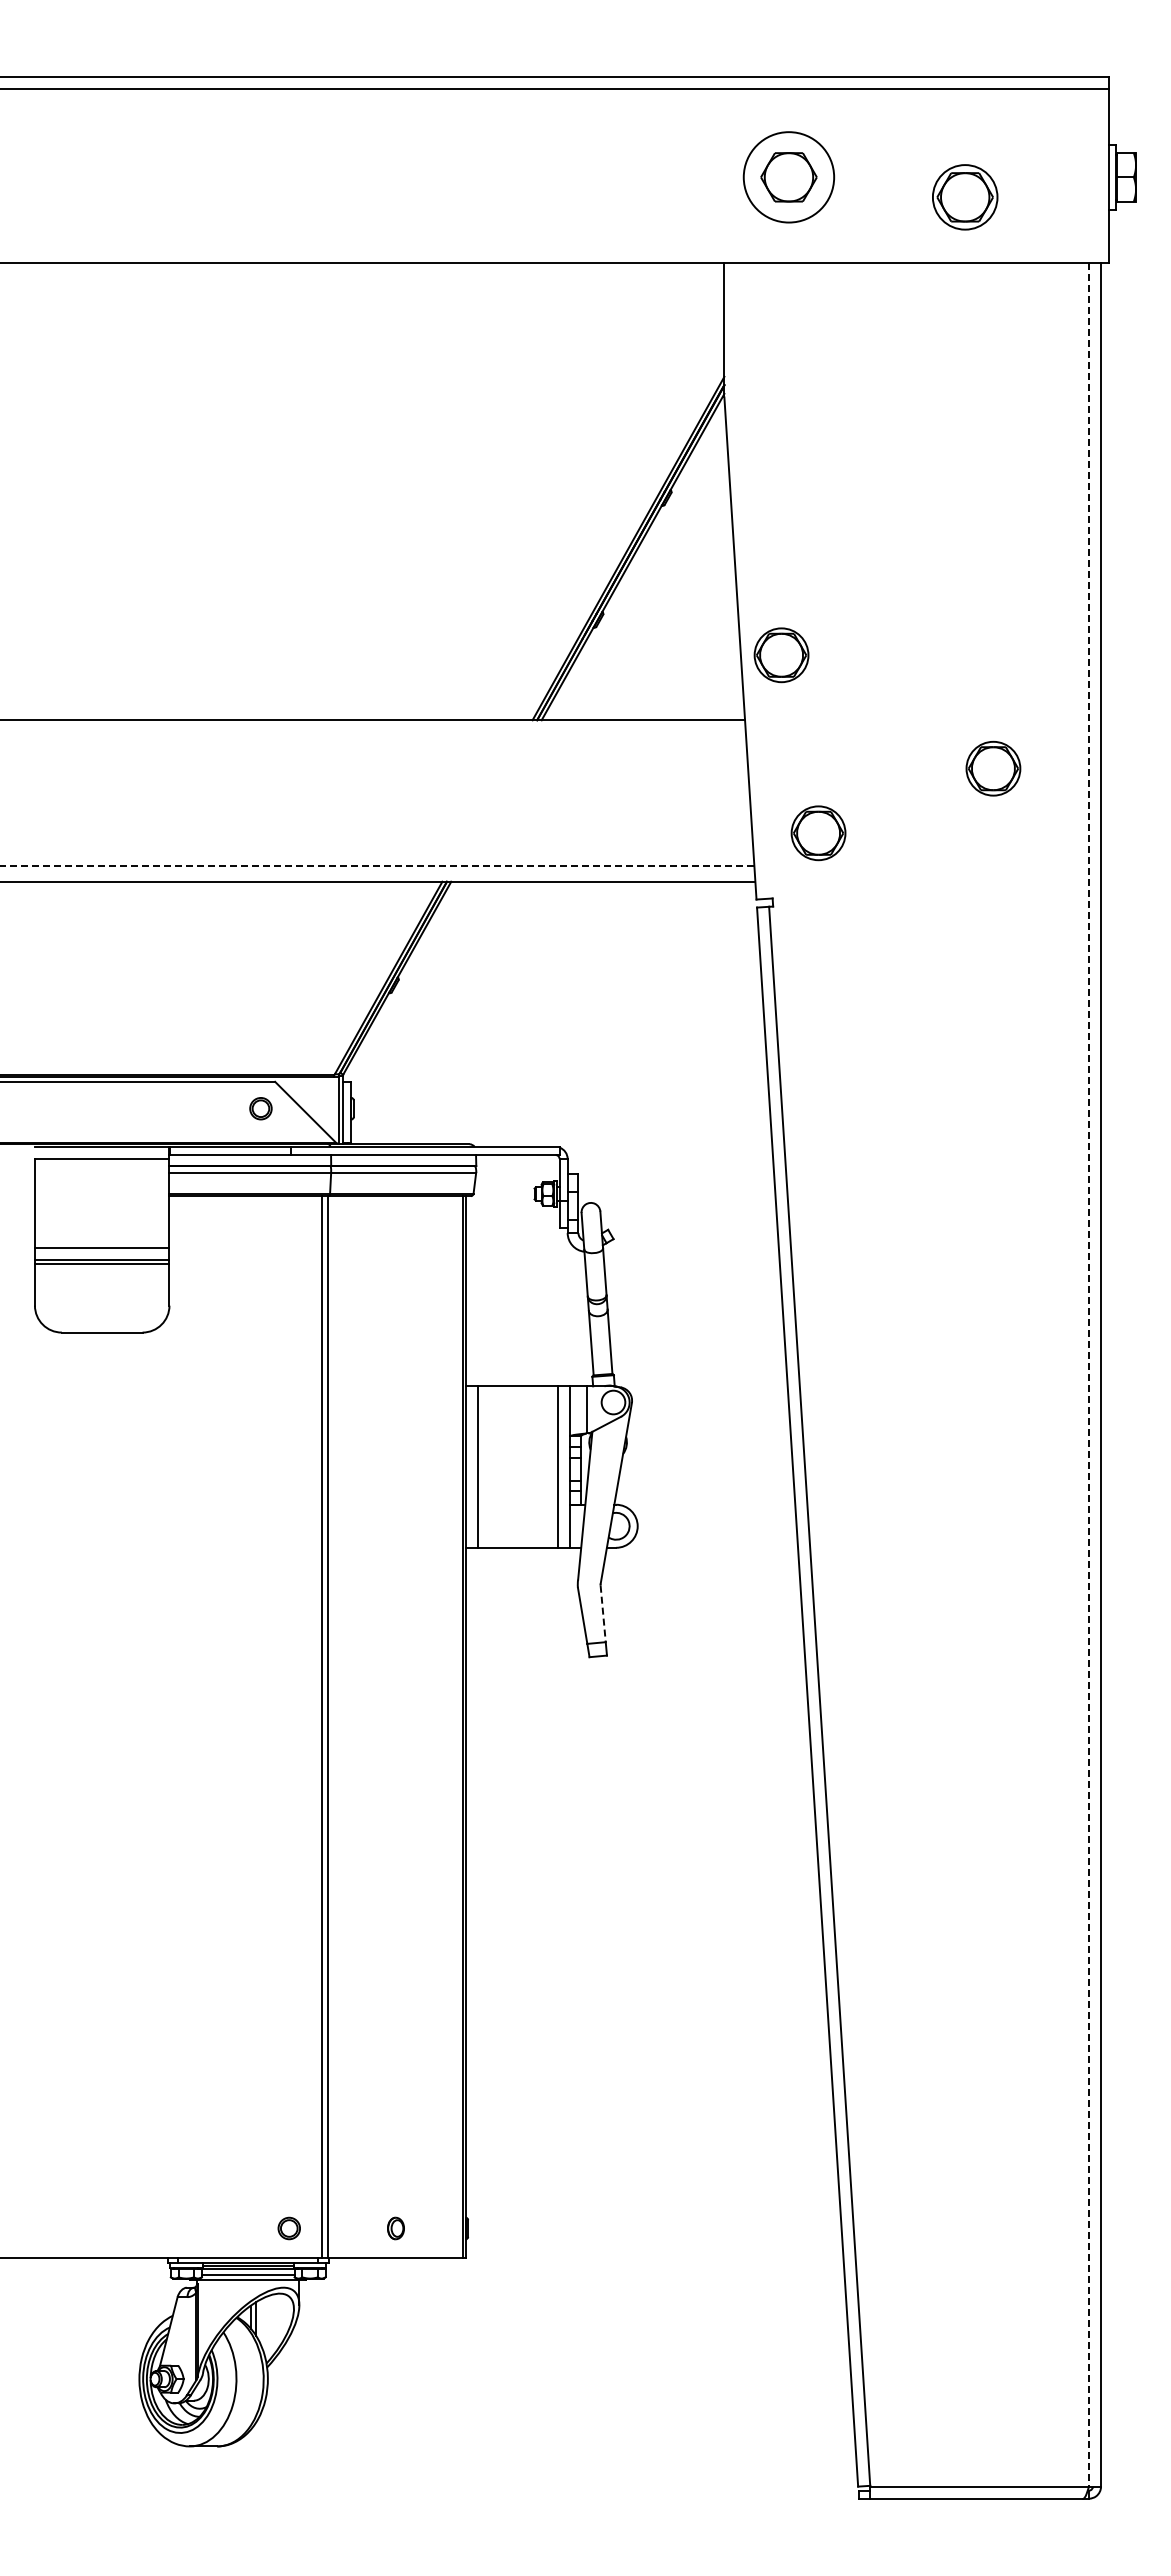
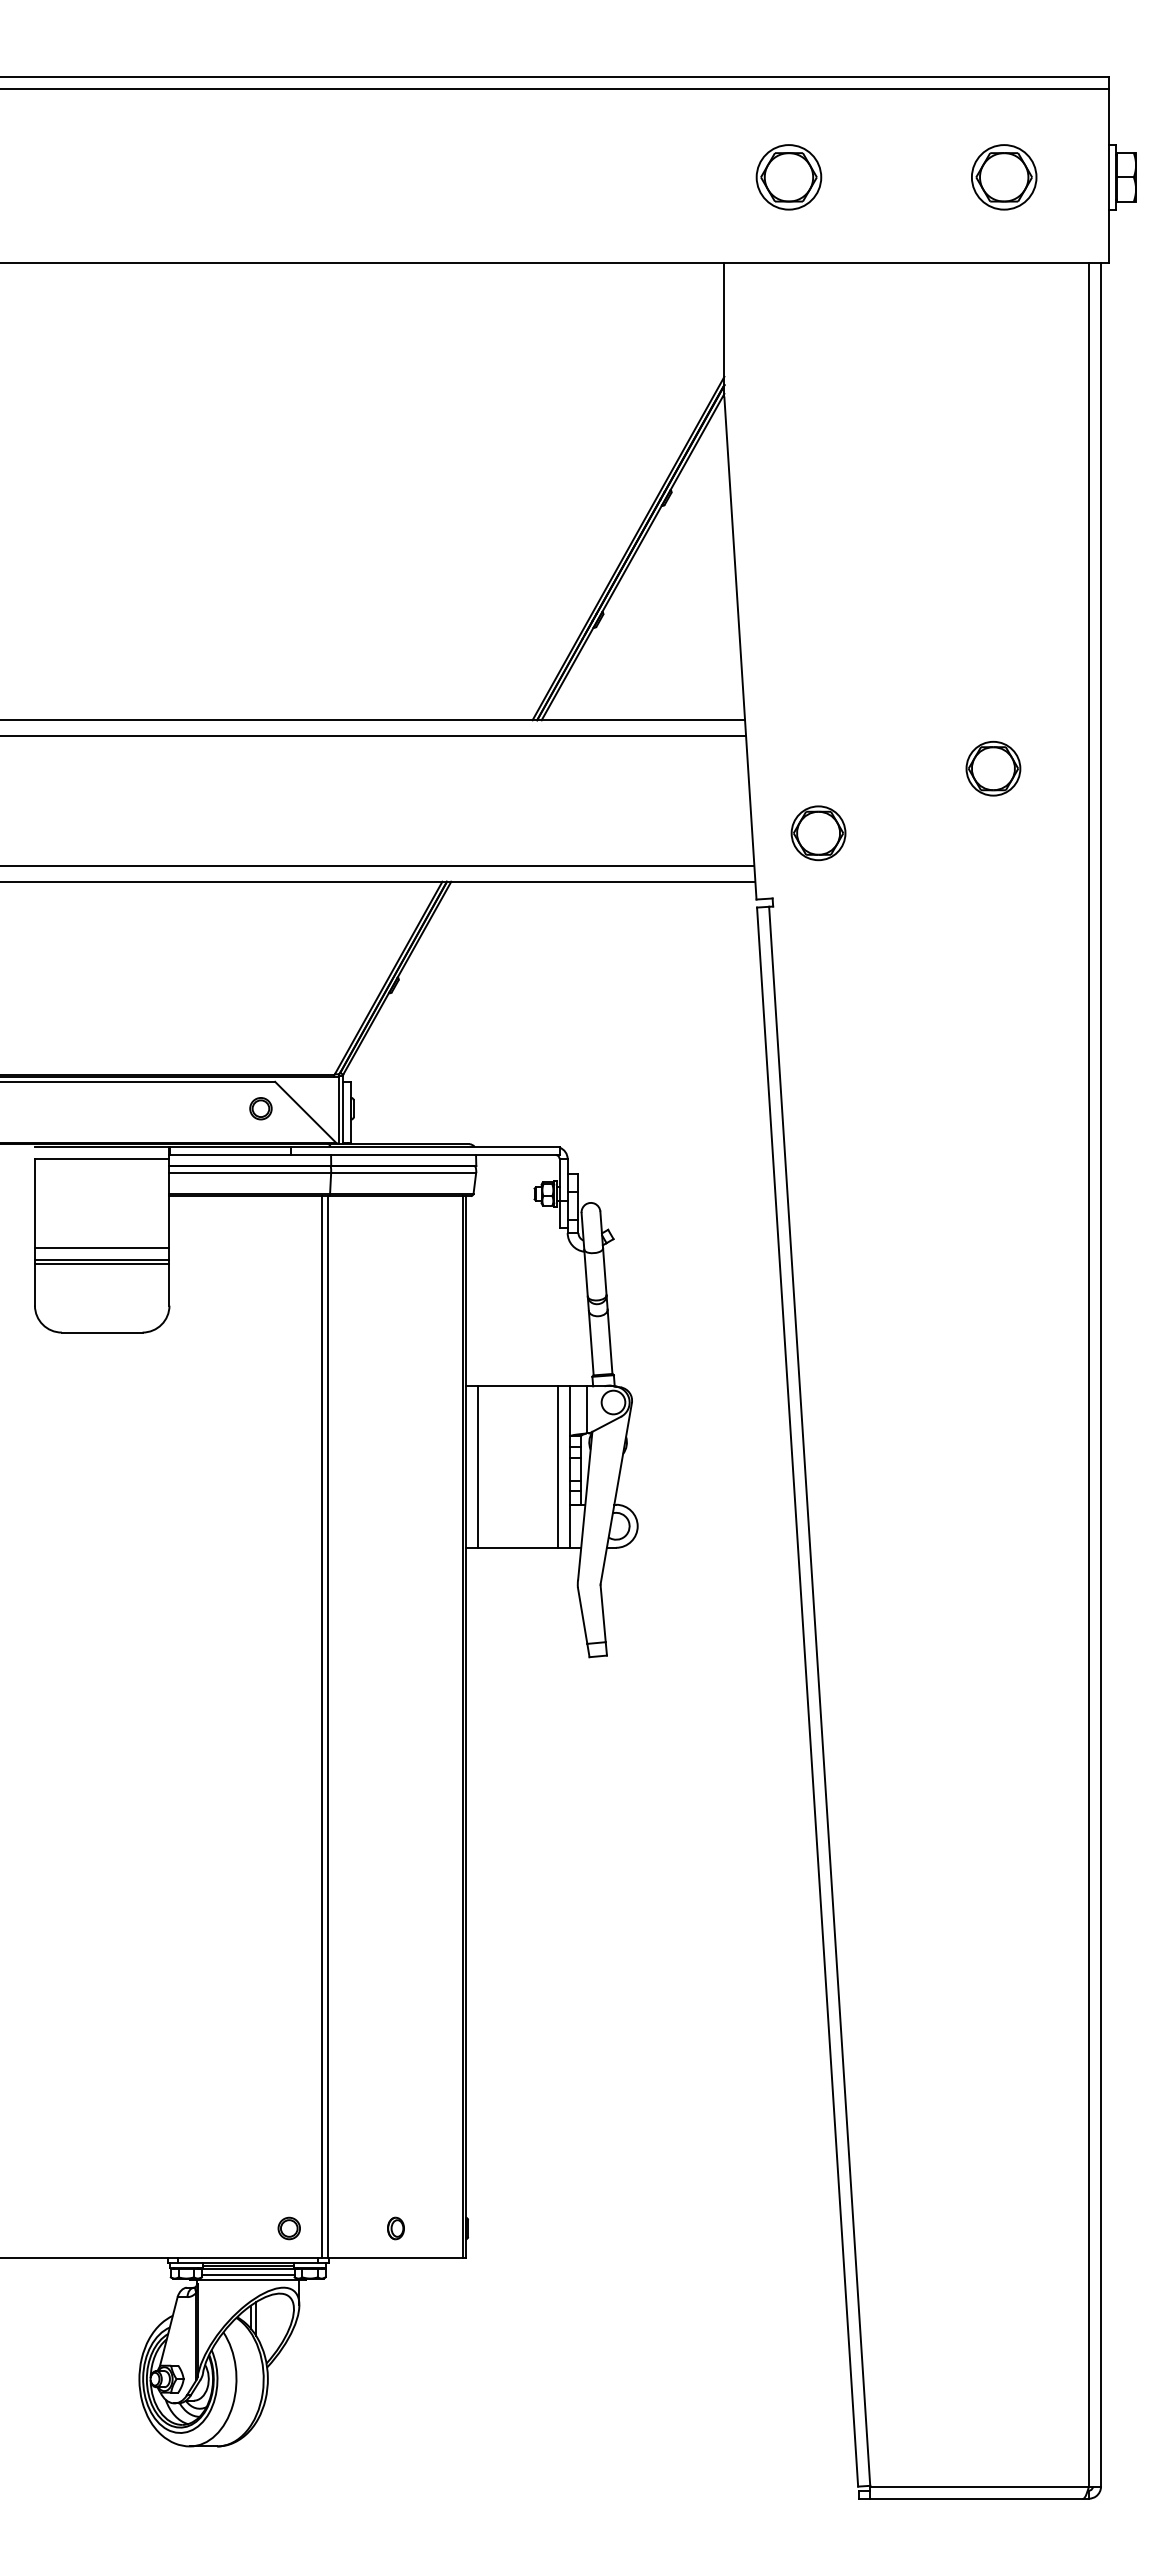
circle at (788, 177) diameter: 90 px -> 65 px
part at (965, 197) position: (965, 197) -> (1004, 177)
part at (781, 655): present -> none
line at (374, 735): none -> present
line at (377, 866): dashed -> solid
line at (1088, 1375): dashed -> solid
line at (603, 1614): dashed -> solid
